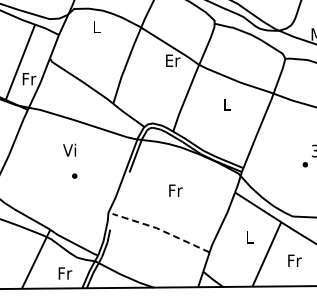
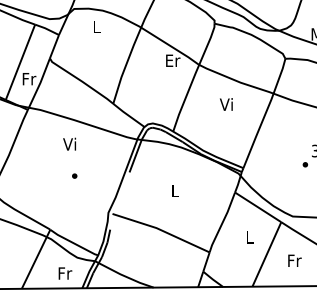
text at (225, 104): L -> Vi
text at (69, 149) position: (69, 149) -> (69, 143)
text at (175, 190): Fr -> L
line at (161, 230): dashed -> solid
